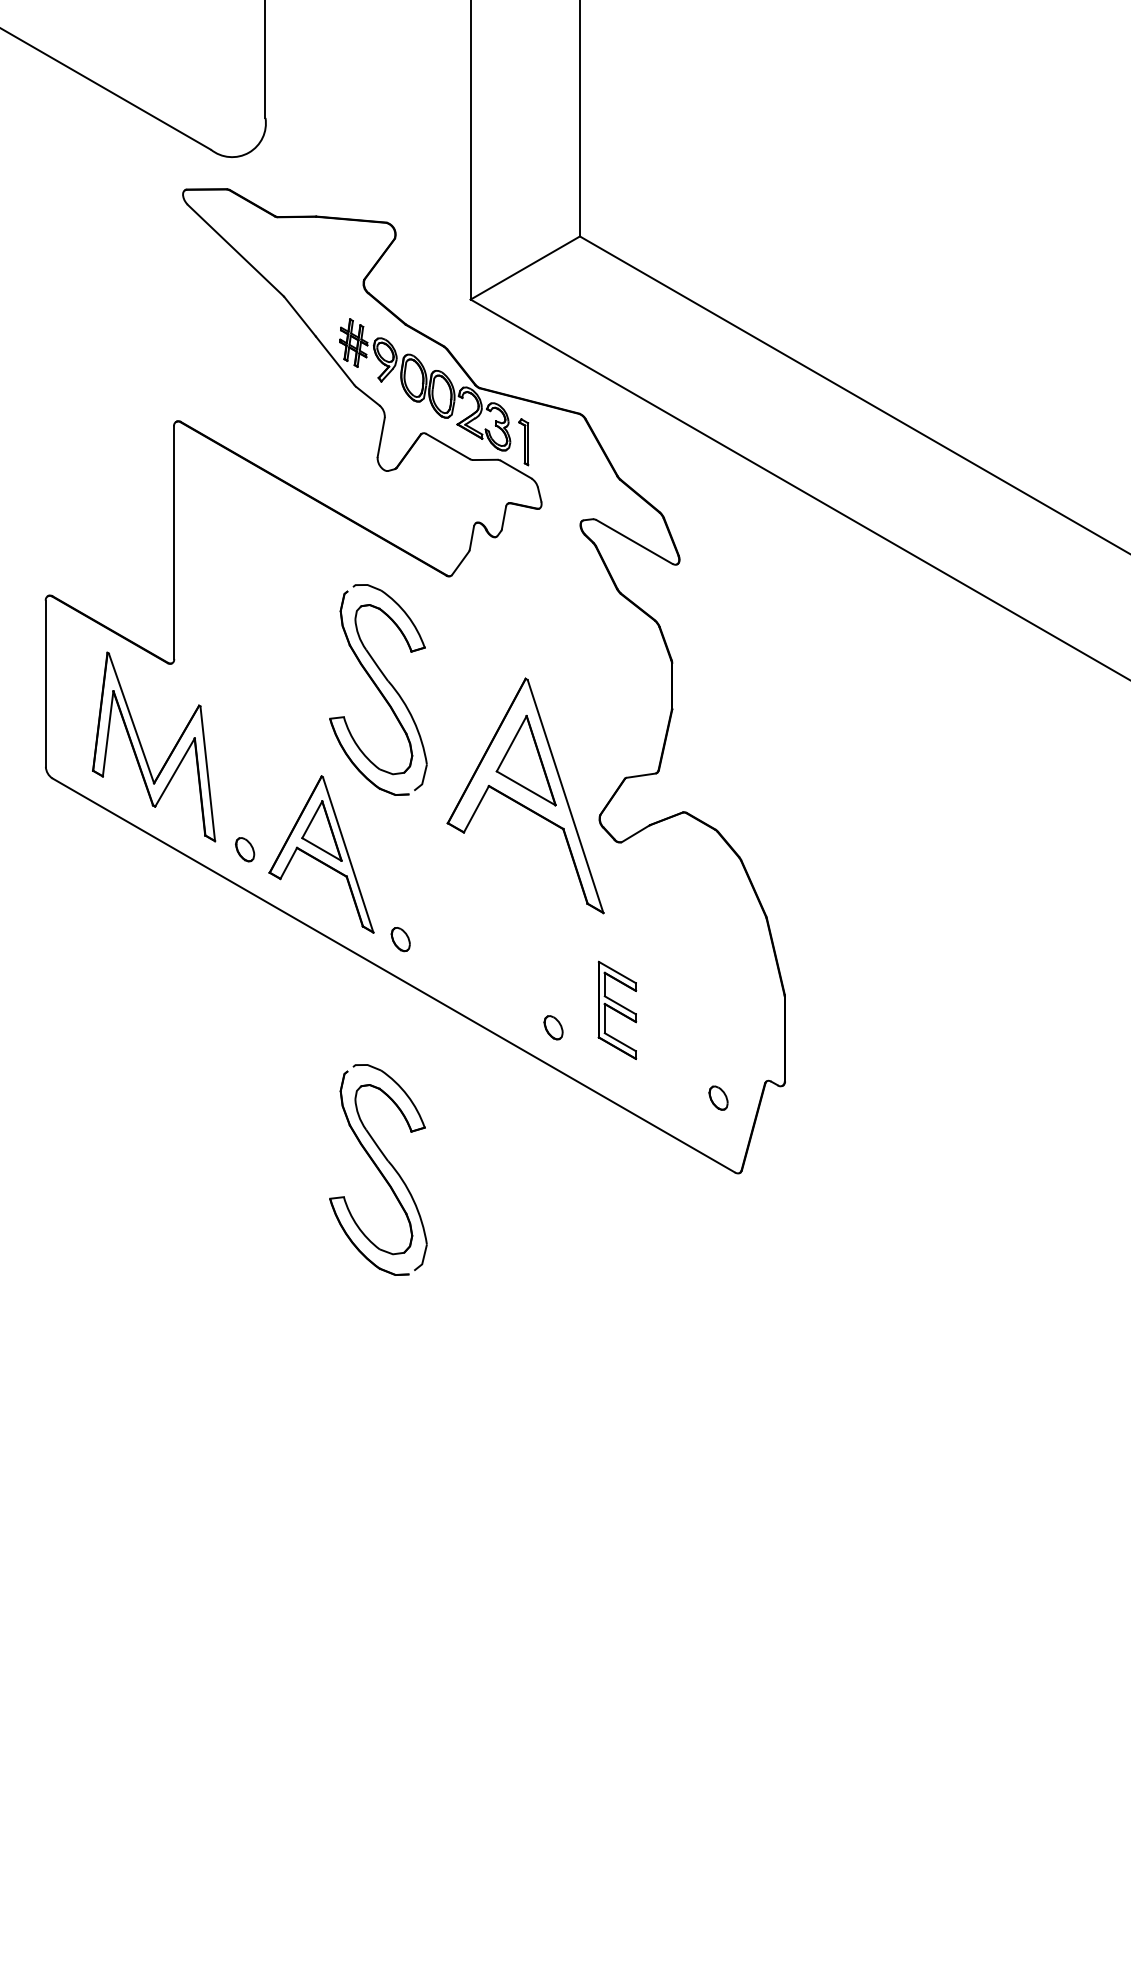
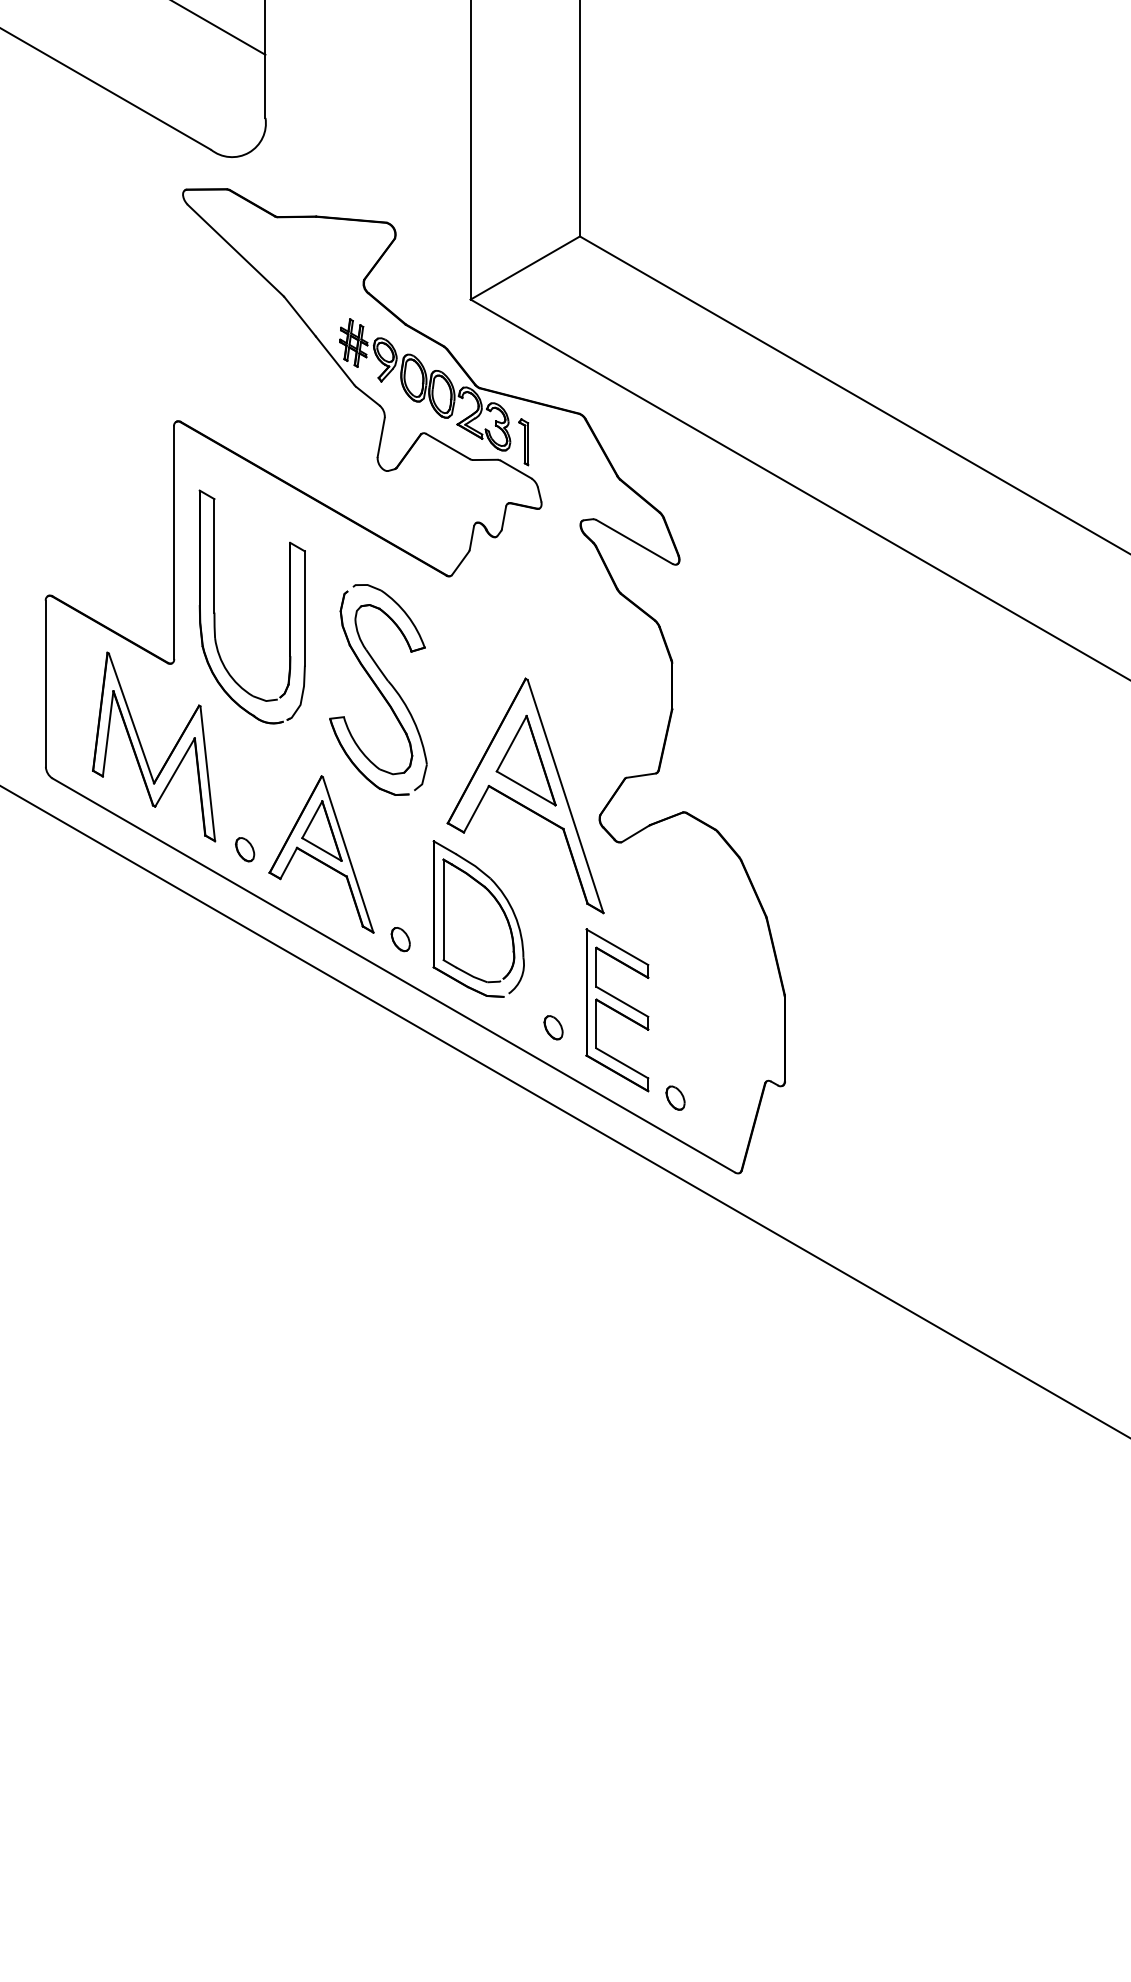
line at (219, 28): none -> present
part at (215, 612): none -> present
part at (496, 902): none -> present
part at (617, 1009) size: 41x100 px -> 65x165 px
part at (718, 1097) position: (718, 1097) -> (675, 1097)
line at (564, 1111): none -> present
part at (378, 1169): present -> none
